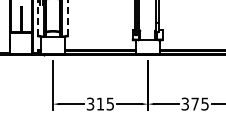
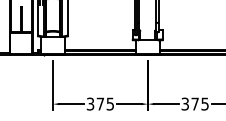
line at (38, 18): dashed -> solid
line at (67, 18): dashed -> solid
text at (100, 103): 315 -> 375
